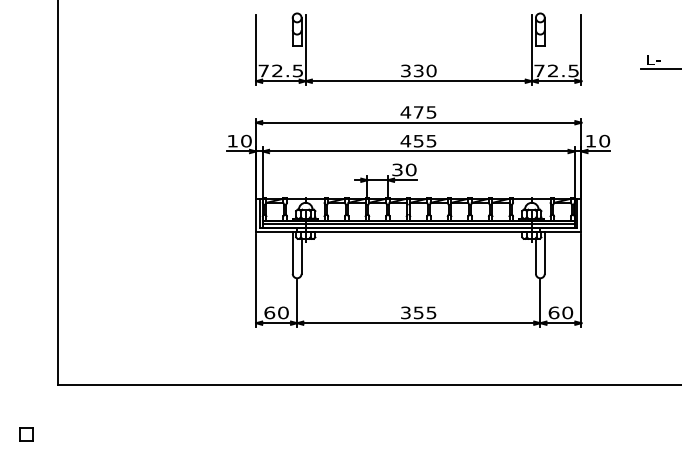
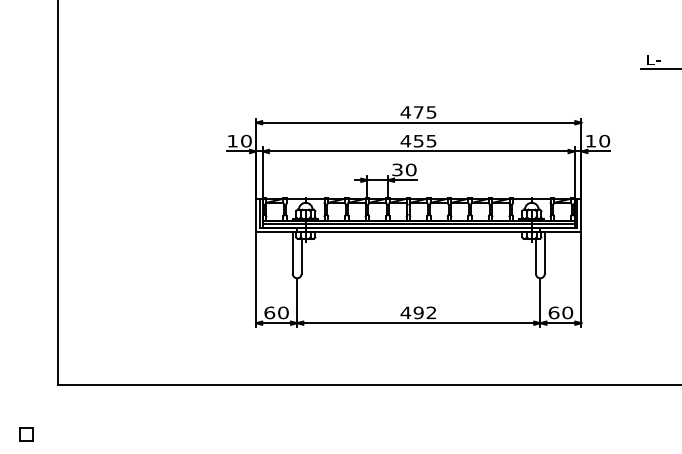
part at (418, 64): present -> none
text at (418, 312): 355 -> 492
